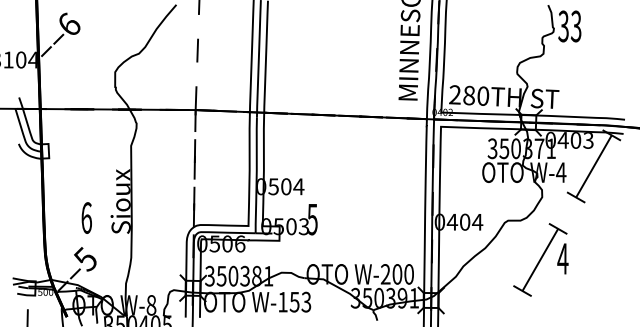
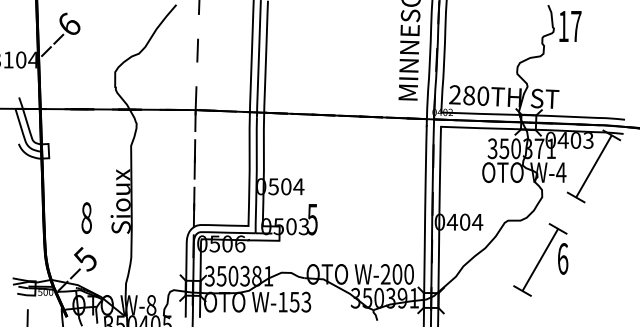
text at (569, 26): 33 -> 17
text at (86, 217): 6 -> 8
text at (562, 258): 4 -> 6
